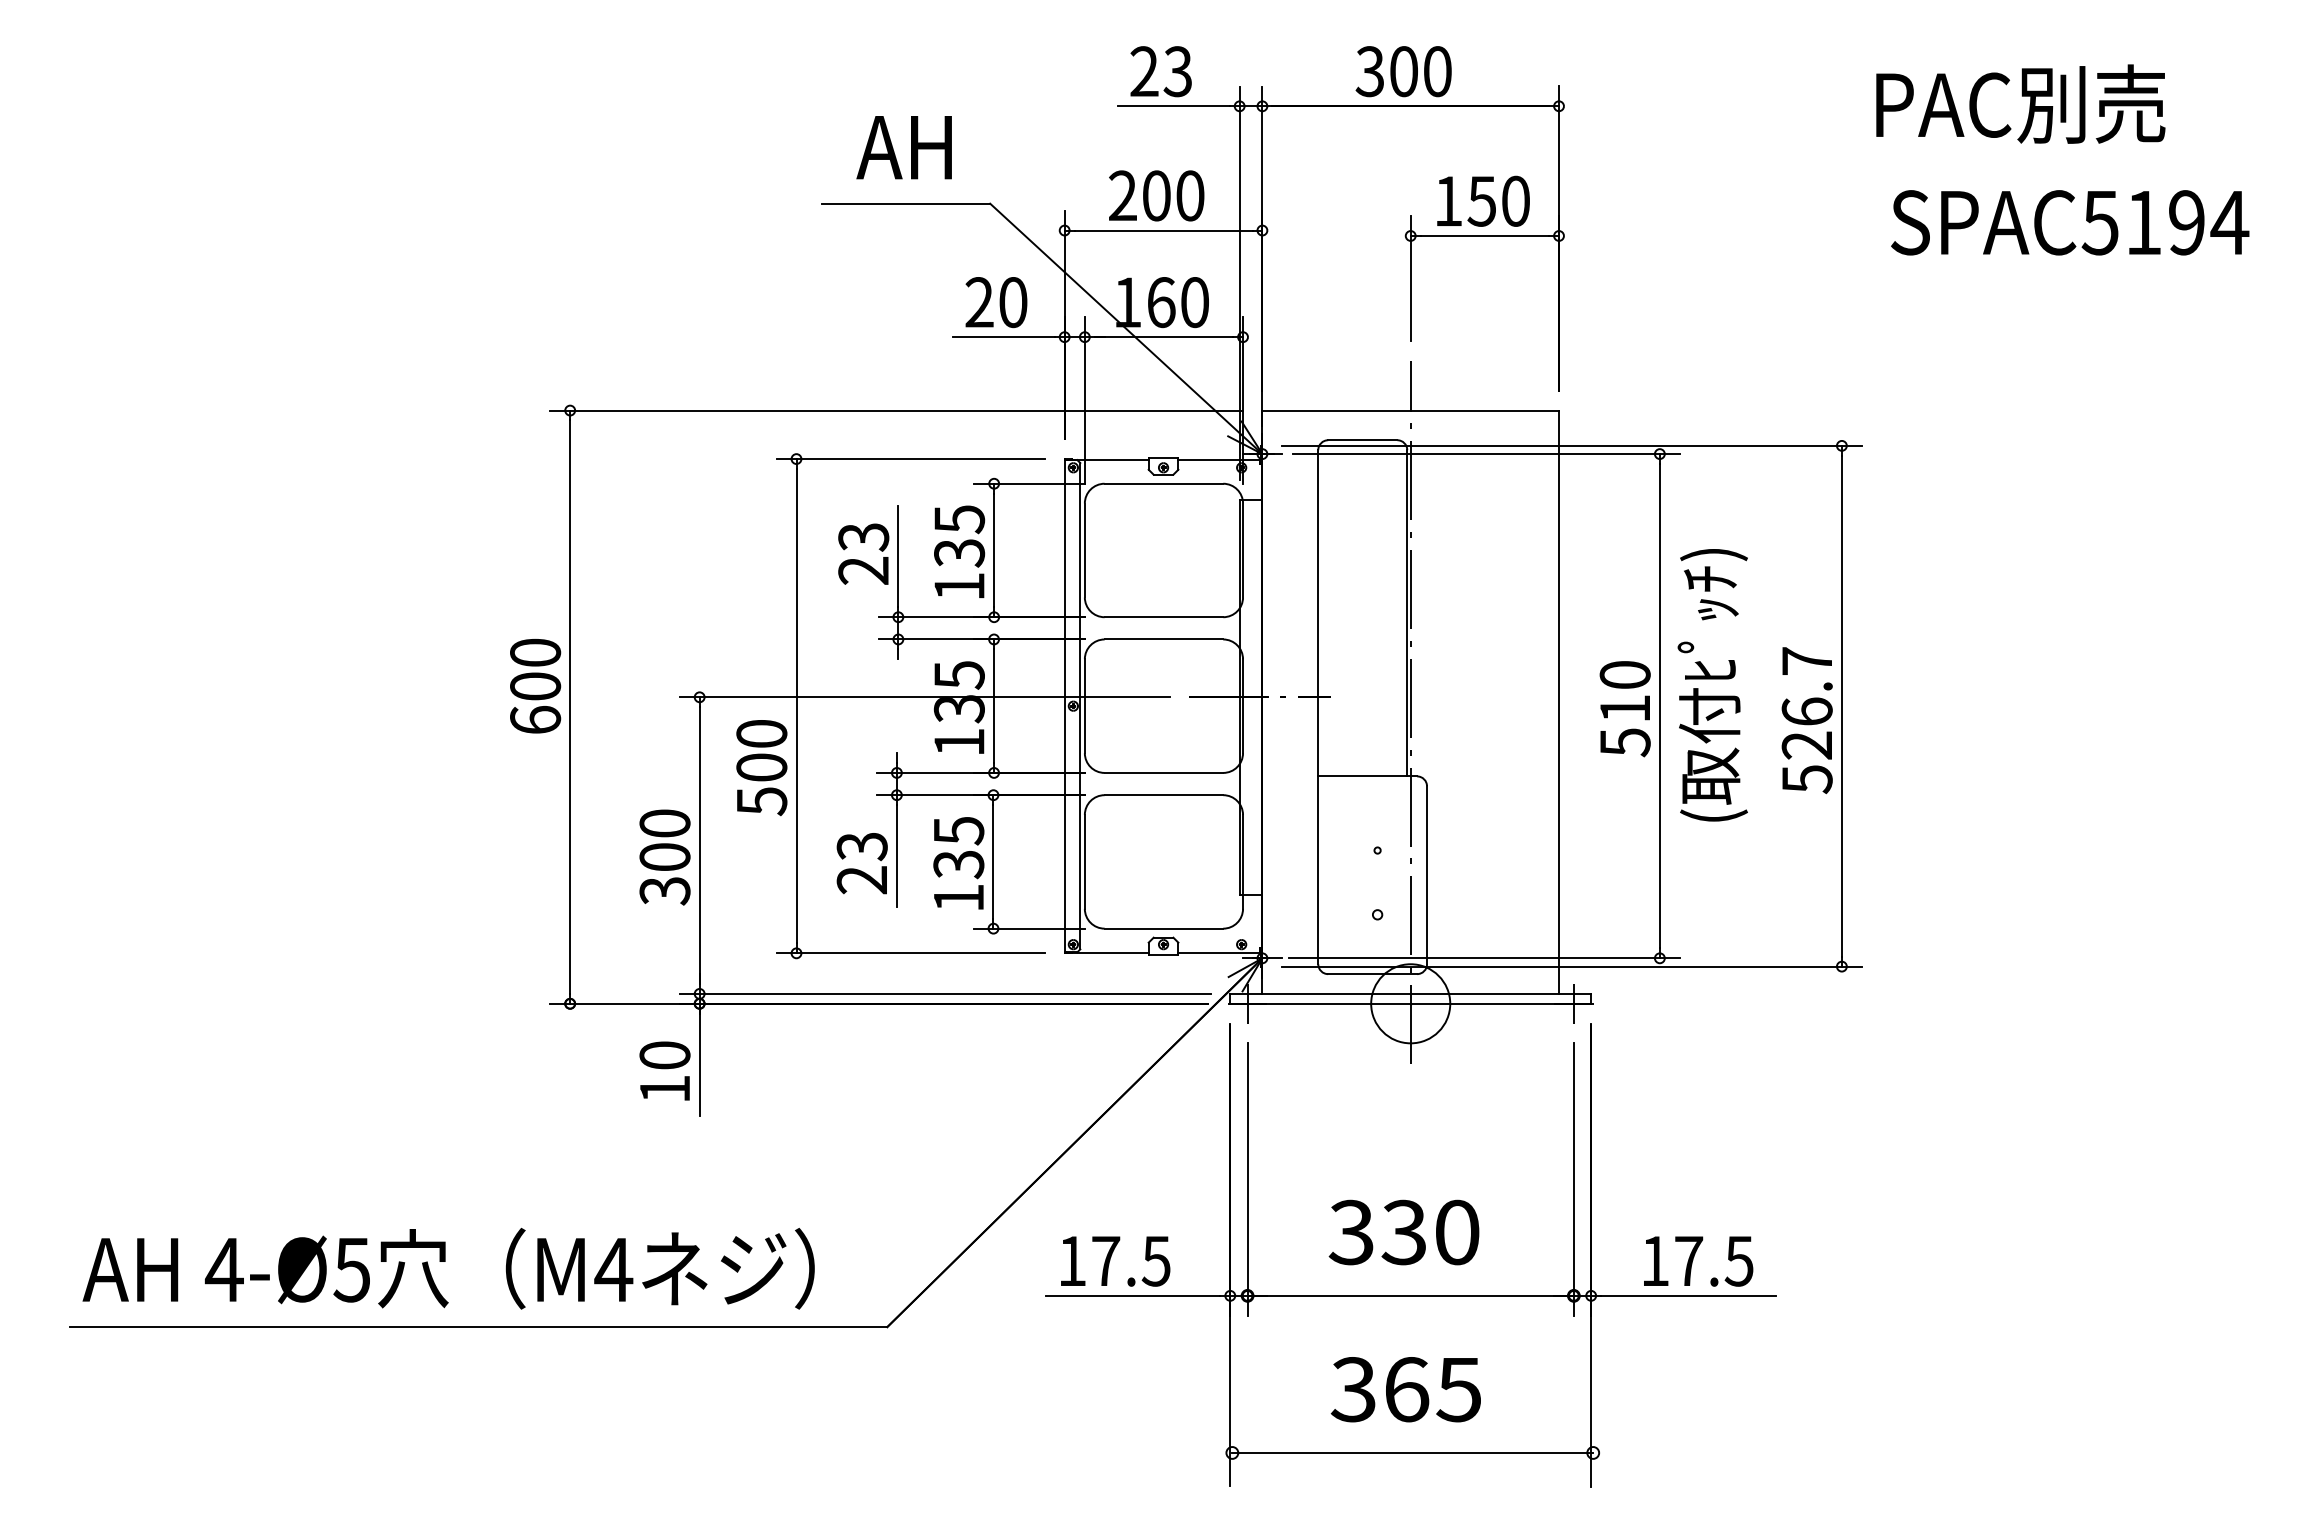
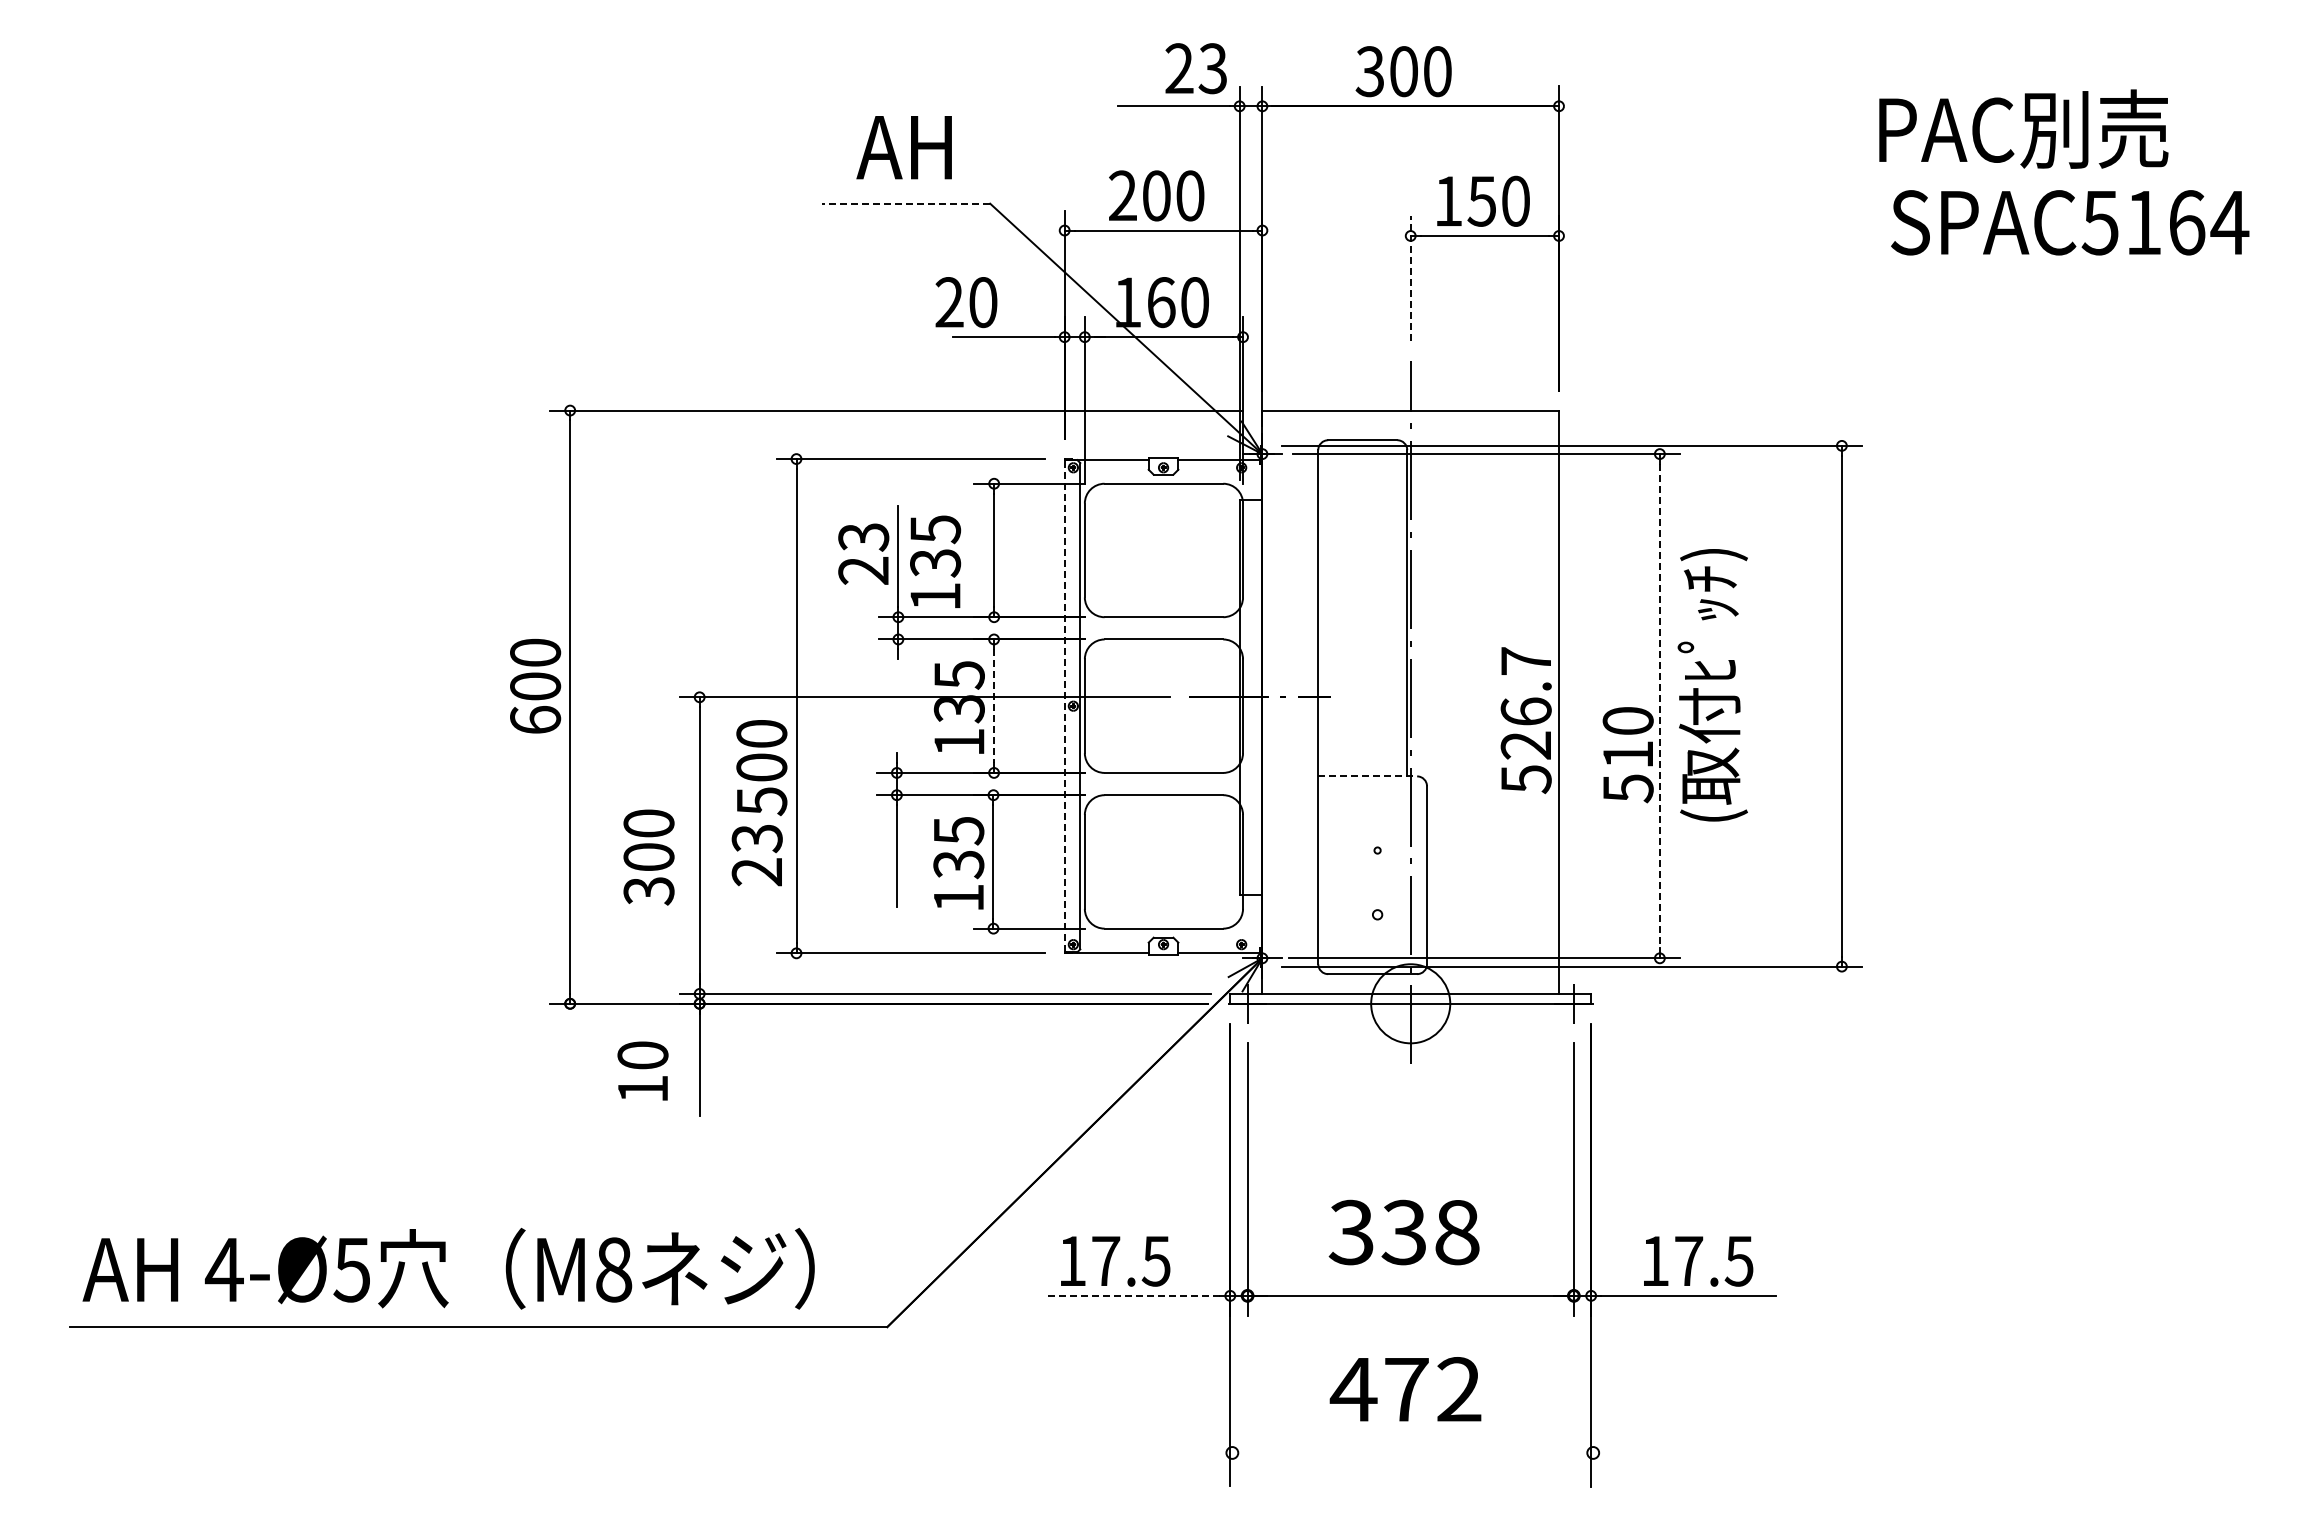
text at (1160, 71) position: (1160, 71) -> (1195, 68)
text at (2020, 103) position: (2020, 103) -> (2023, 128)
line at (906, 203): solid -> dashed
text at (2187, 222): SPAC5194 -> SPAC5164
line at (1410, 278): solid -> dashed
text at (996, 302) position: (996, 302) -> (966, 302)
text at (959, 551) position: (959, 551) -> (935, 561)
line at (1064, 705): solid -> dashed
line at (994, 706): solid -> dashed
line at (1659, 706): solid -> dashed
text at (1624, 709) position: (1624, 709) -> (1627, 755)
text at (1806, 720) position: (1806, 720) -> (1525, 720)
line at (1368, 776): solid -> dashed
text at (664, 857) position: (664, 857) -> (648, 857)
text at (861, 863) position: (861, 863) -> (756, 855)
text at (664, 1070) position: (664, 1070) -> (642, 1070)
text at (1457, 1232): 330 -> 338
text at (613, 1269): M4 -> M8
line at (1132, 1295): solid -> dashed
text at (1405, 1389): 365 -> 472
line at (1412, 1452): present -> none
